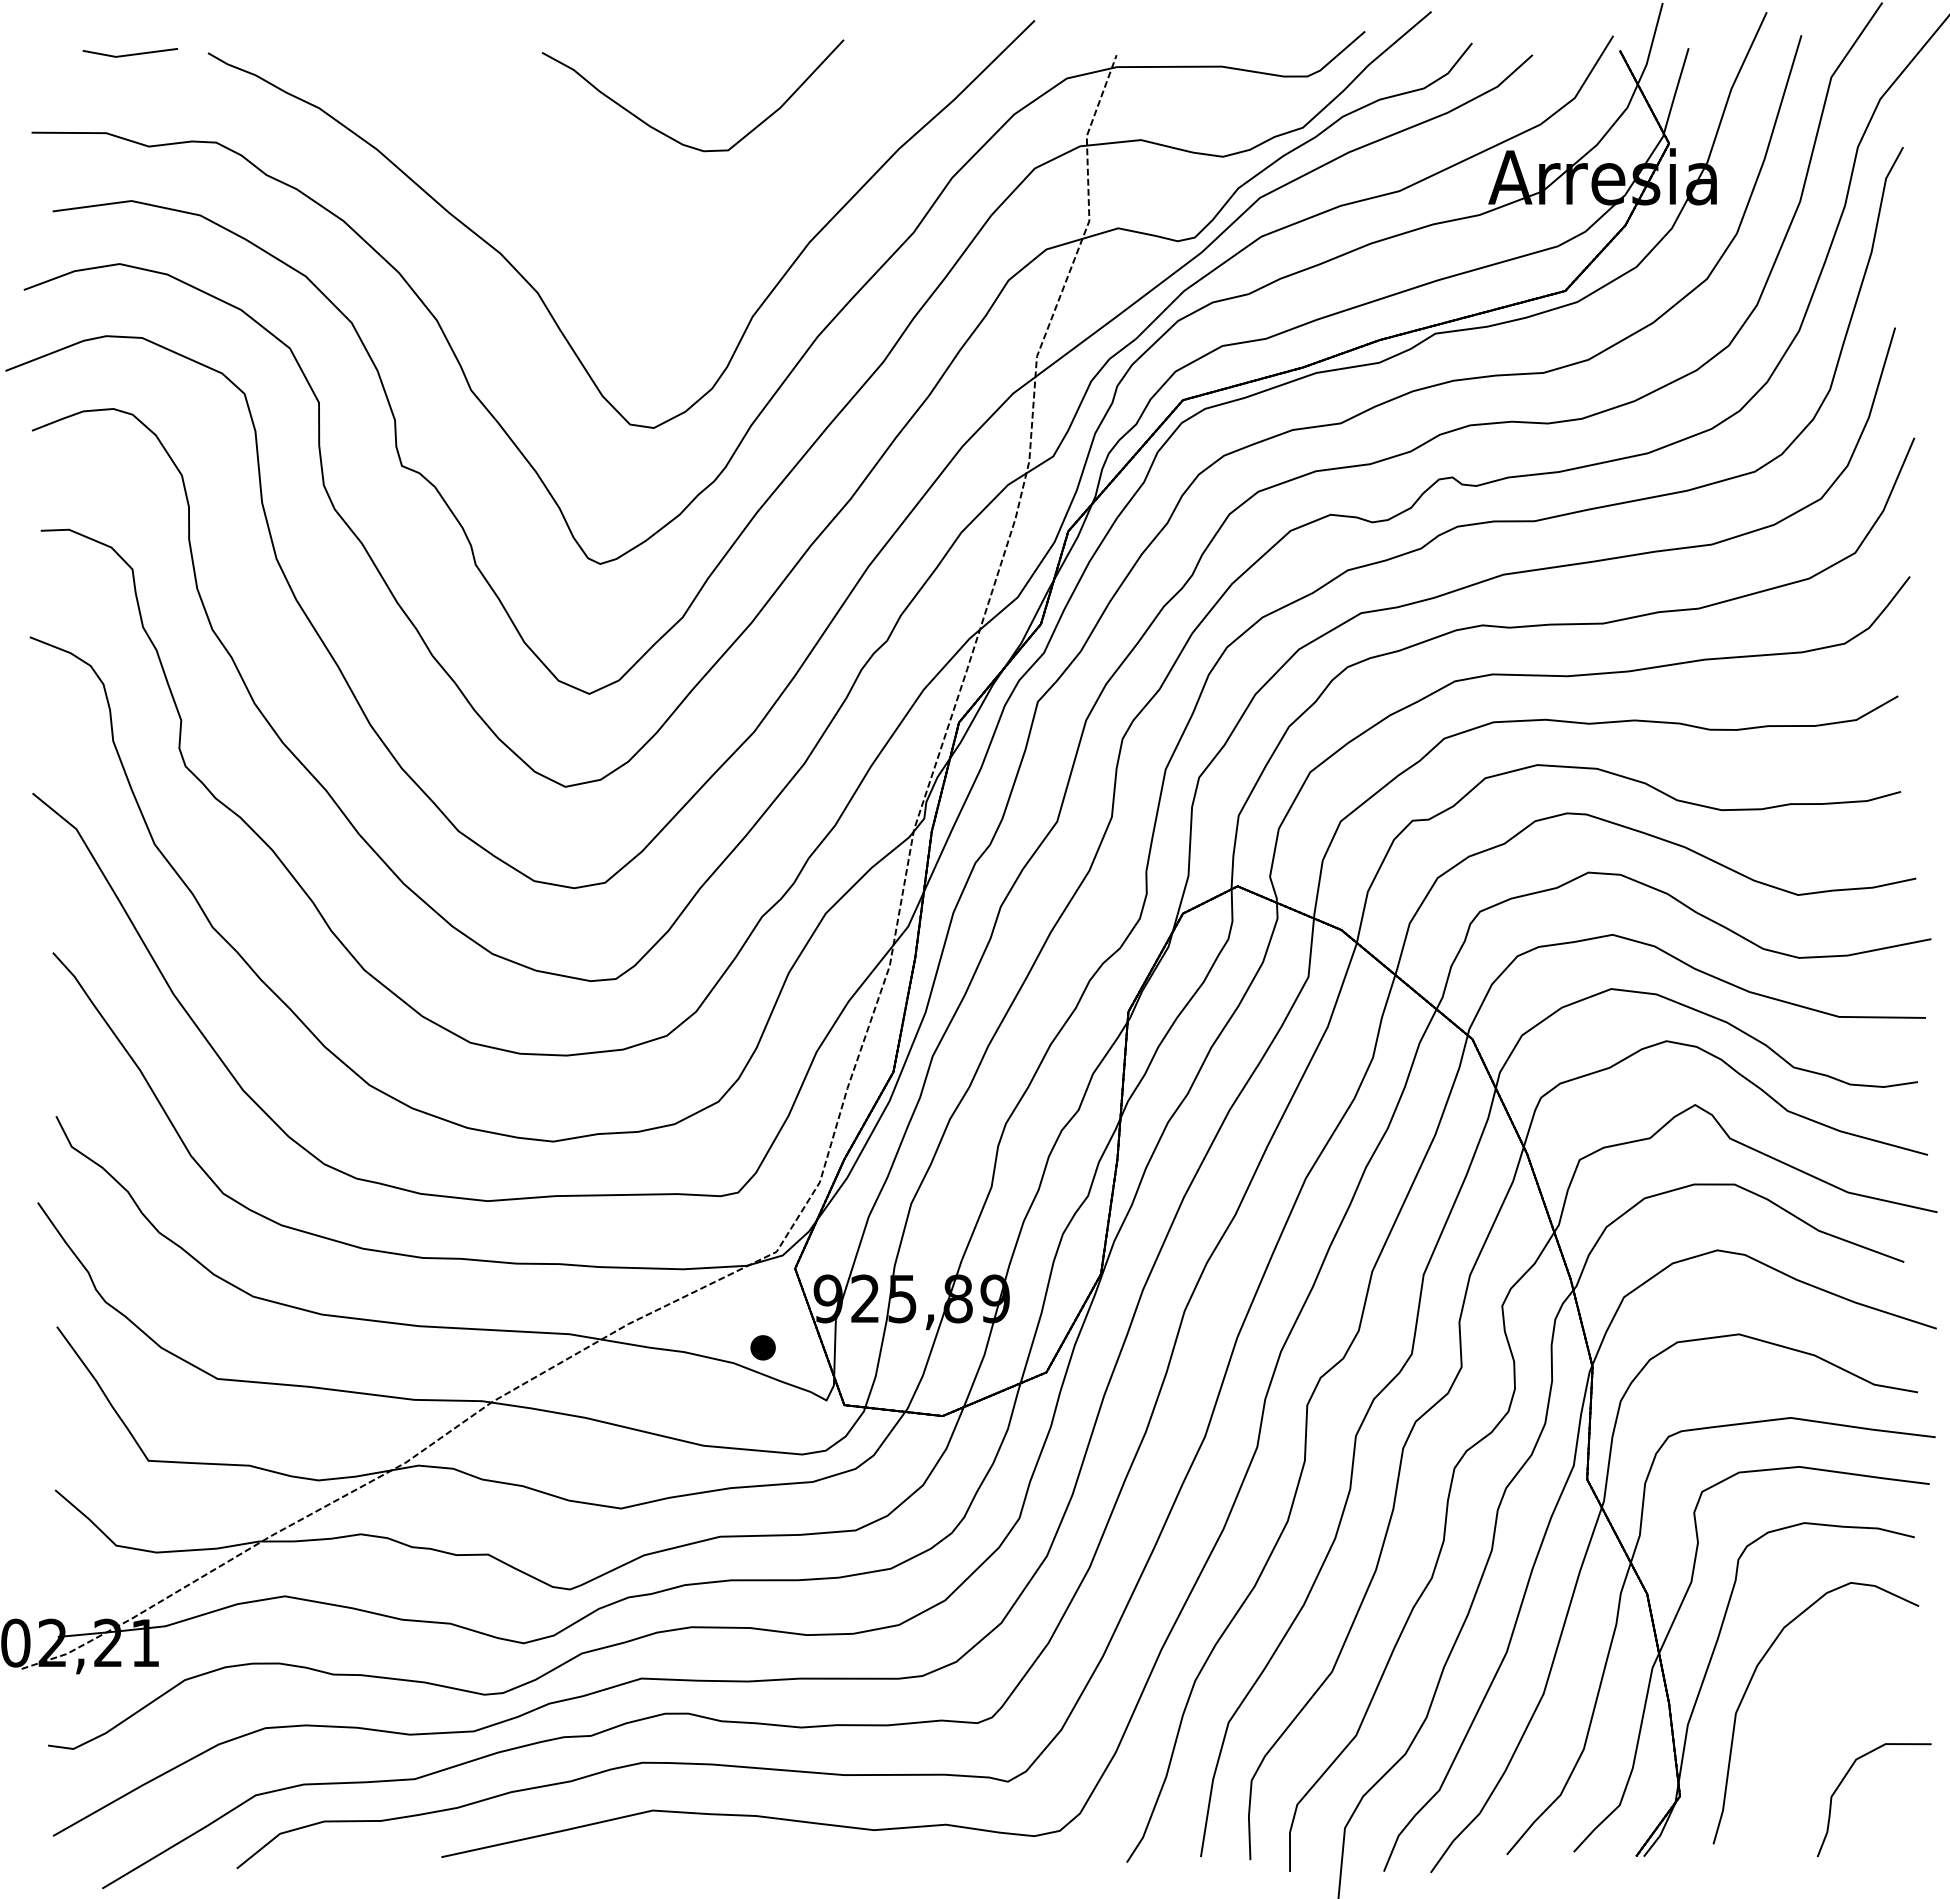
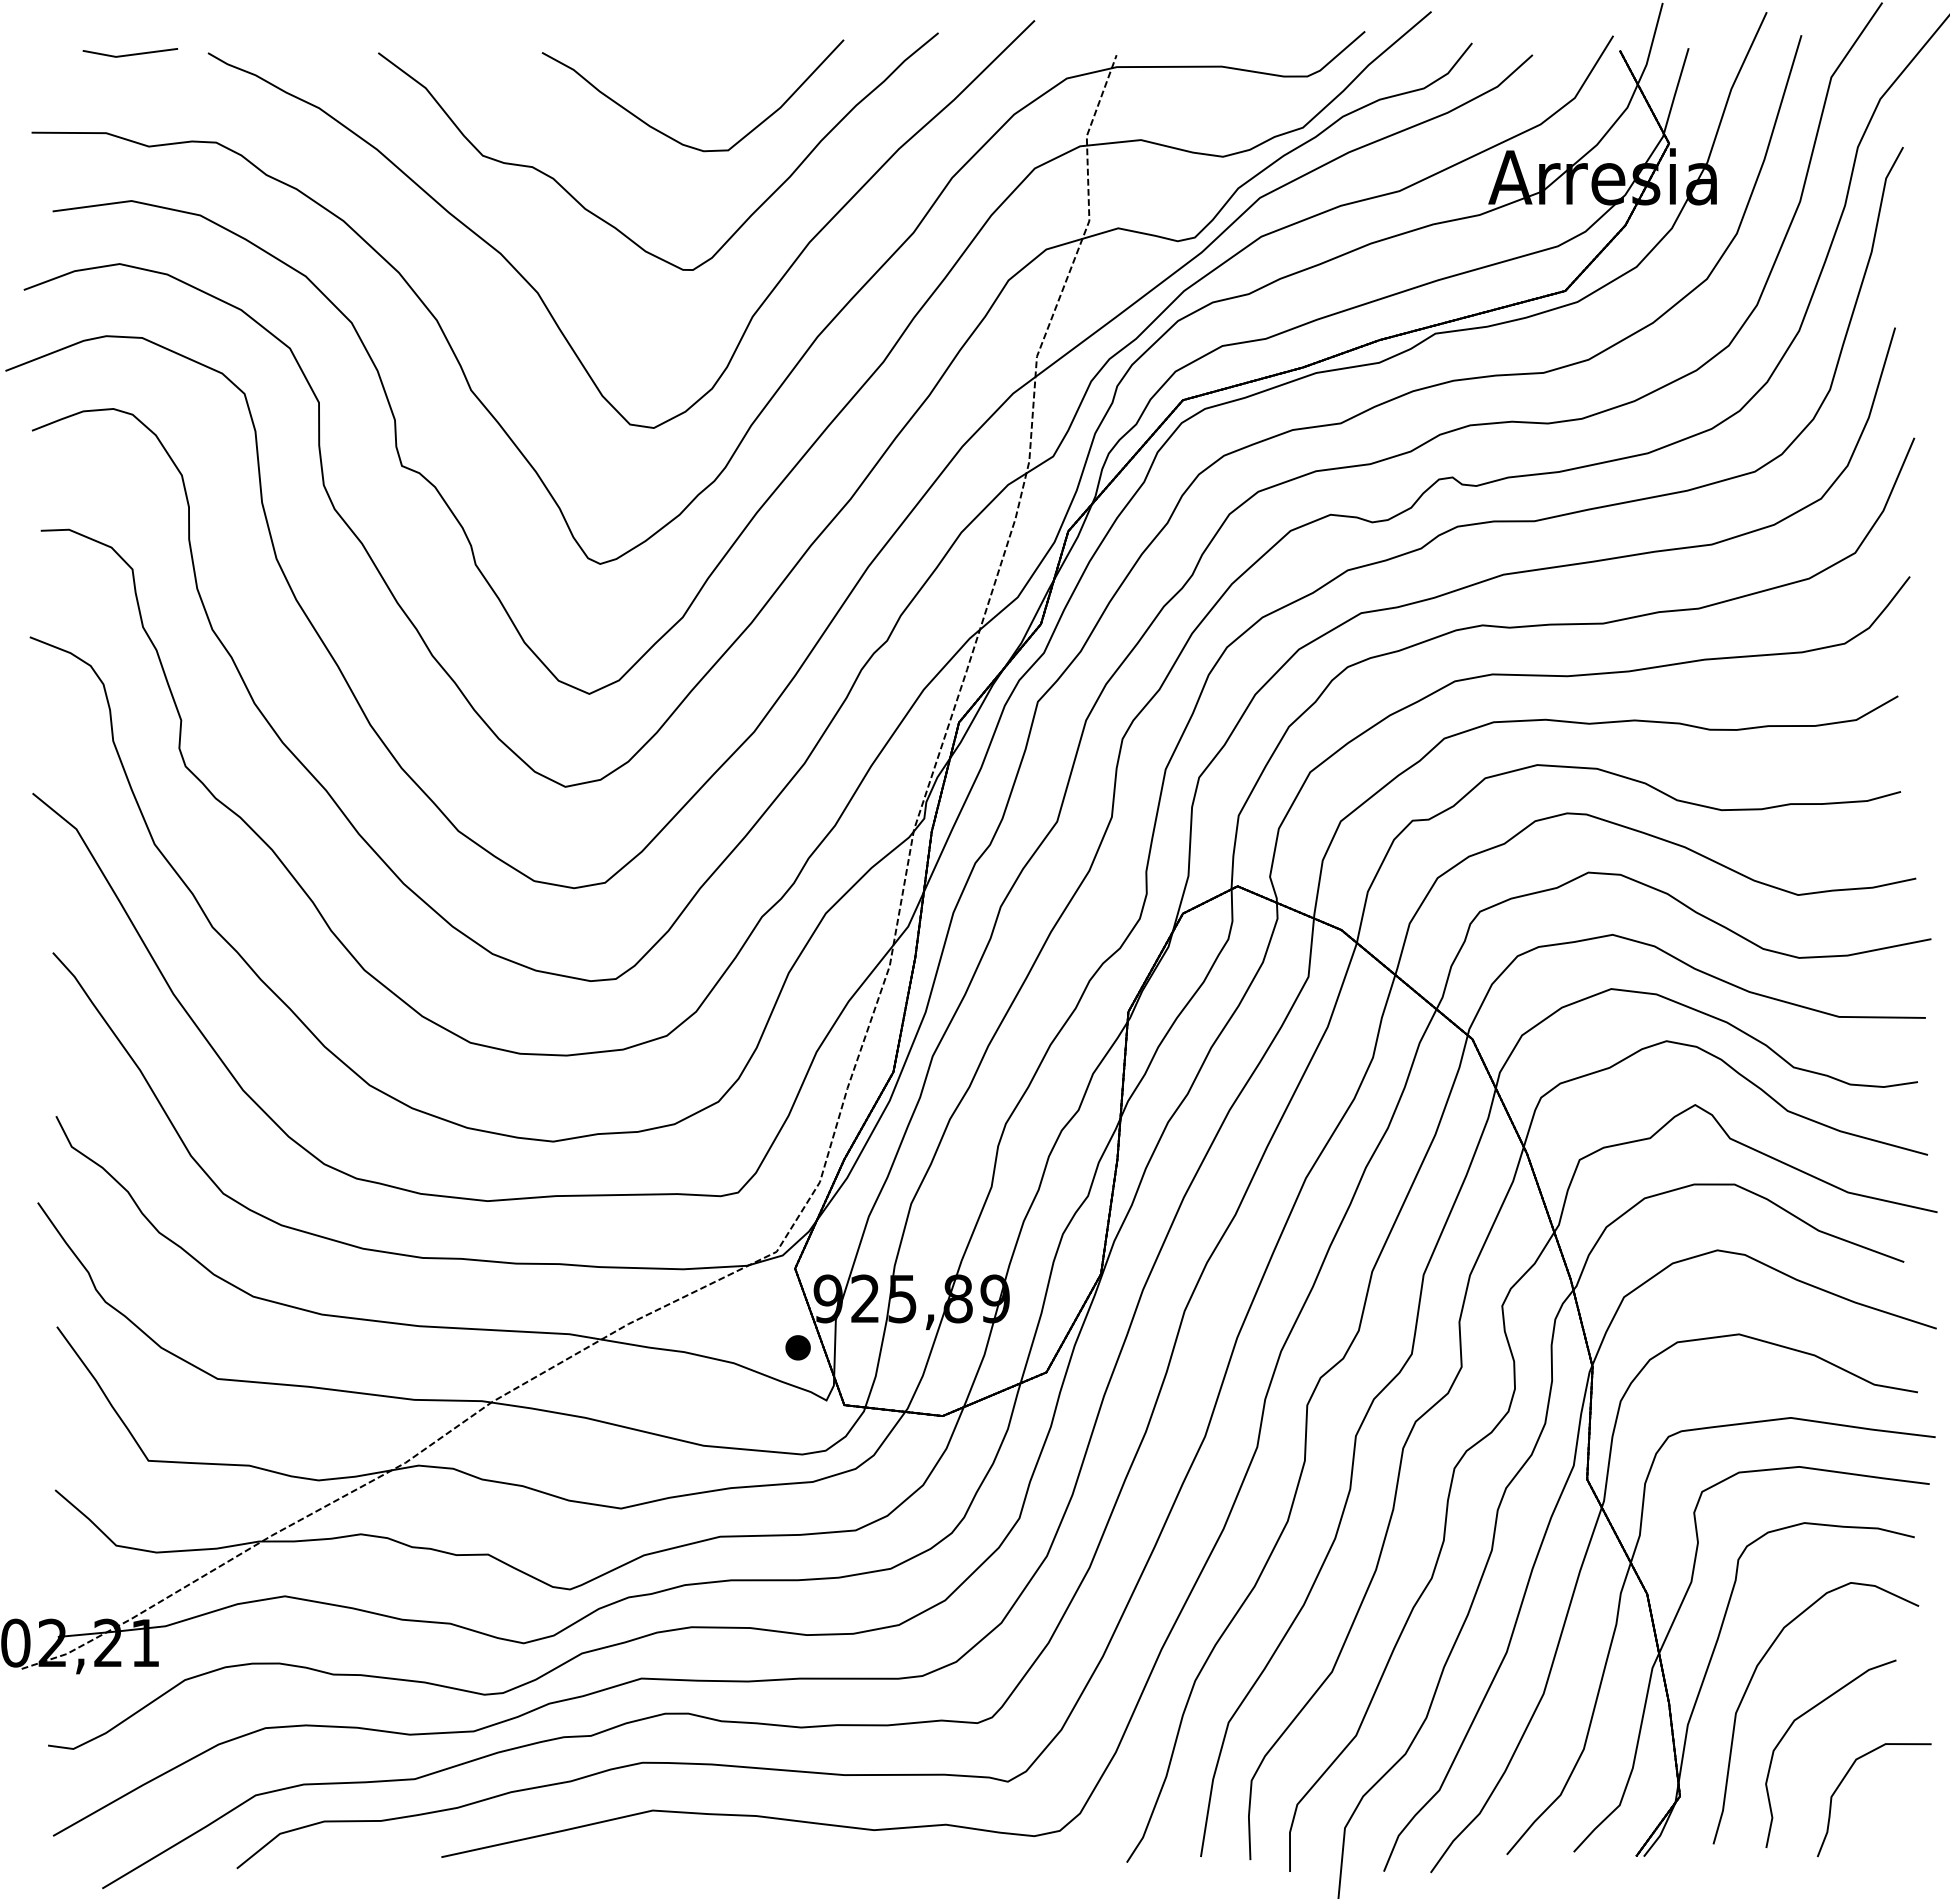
part at (610, 223): none -> present
part at (762, 1347) position: (762, 1347) -> (797, 1347)
part at (1805, 1714): none -> present
